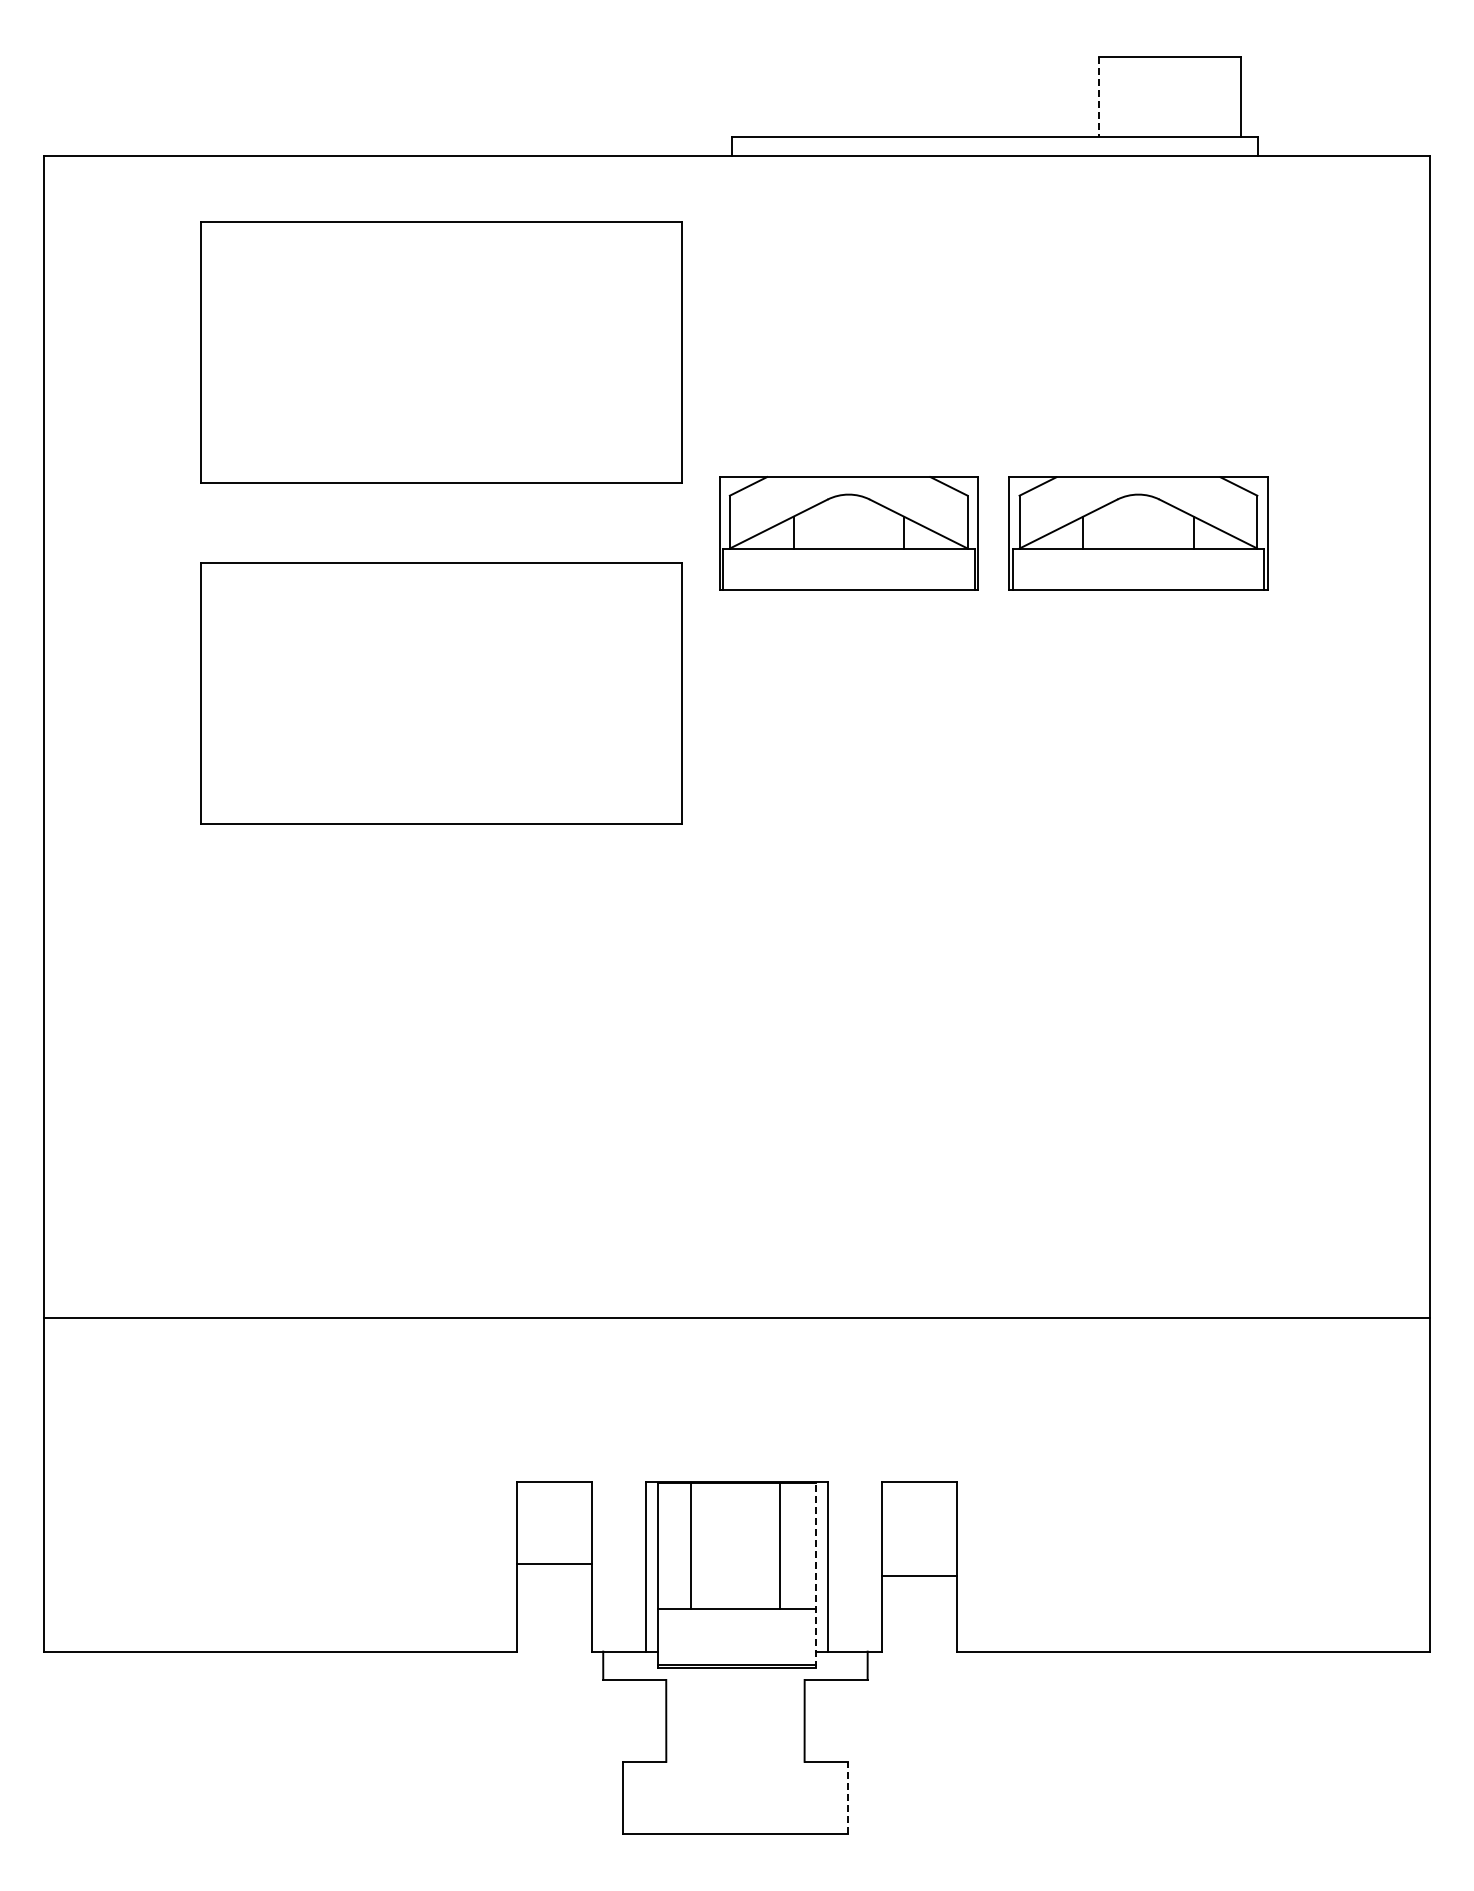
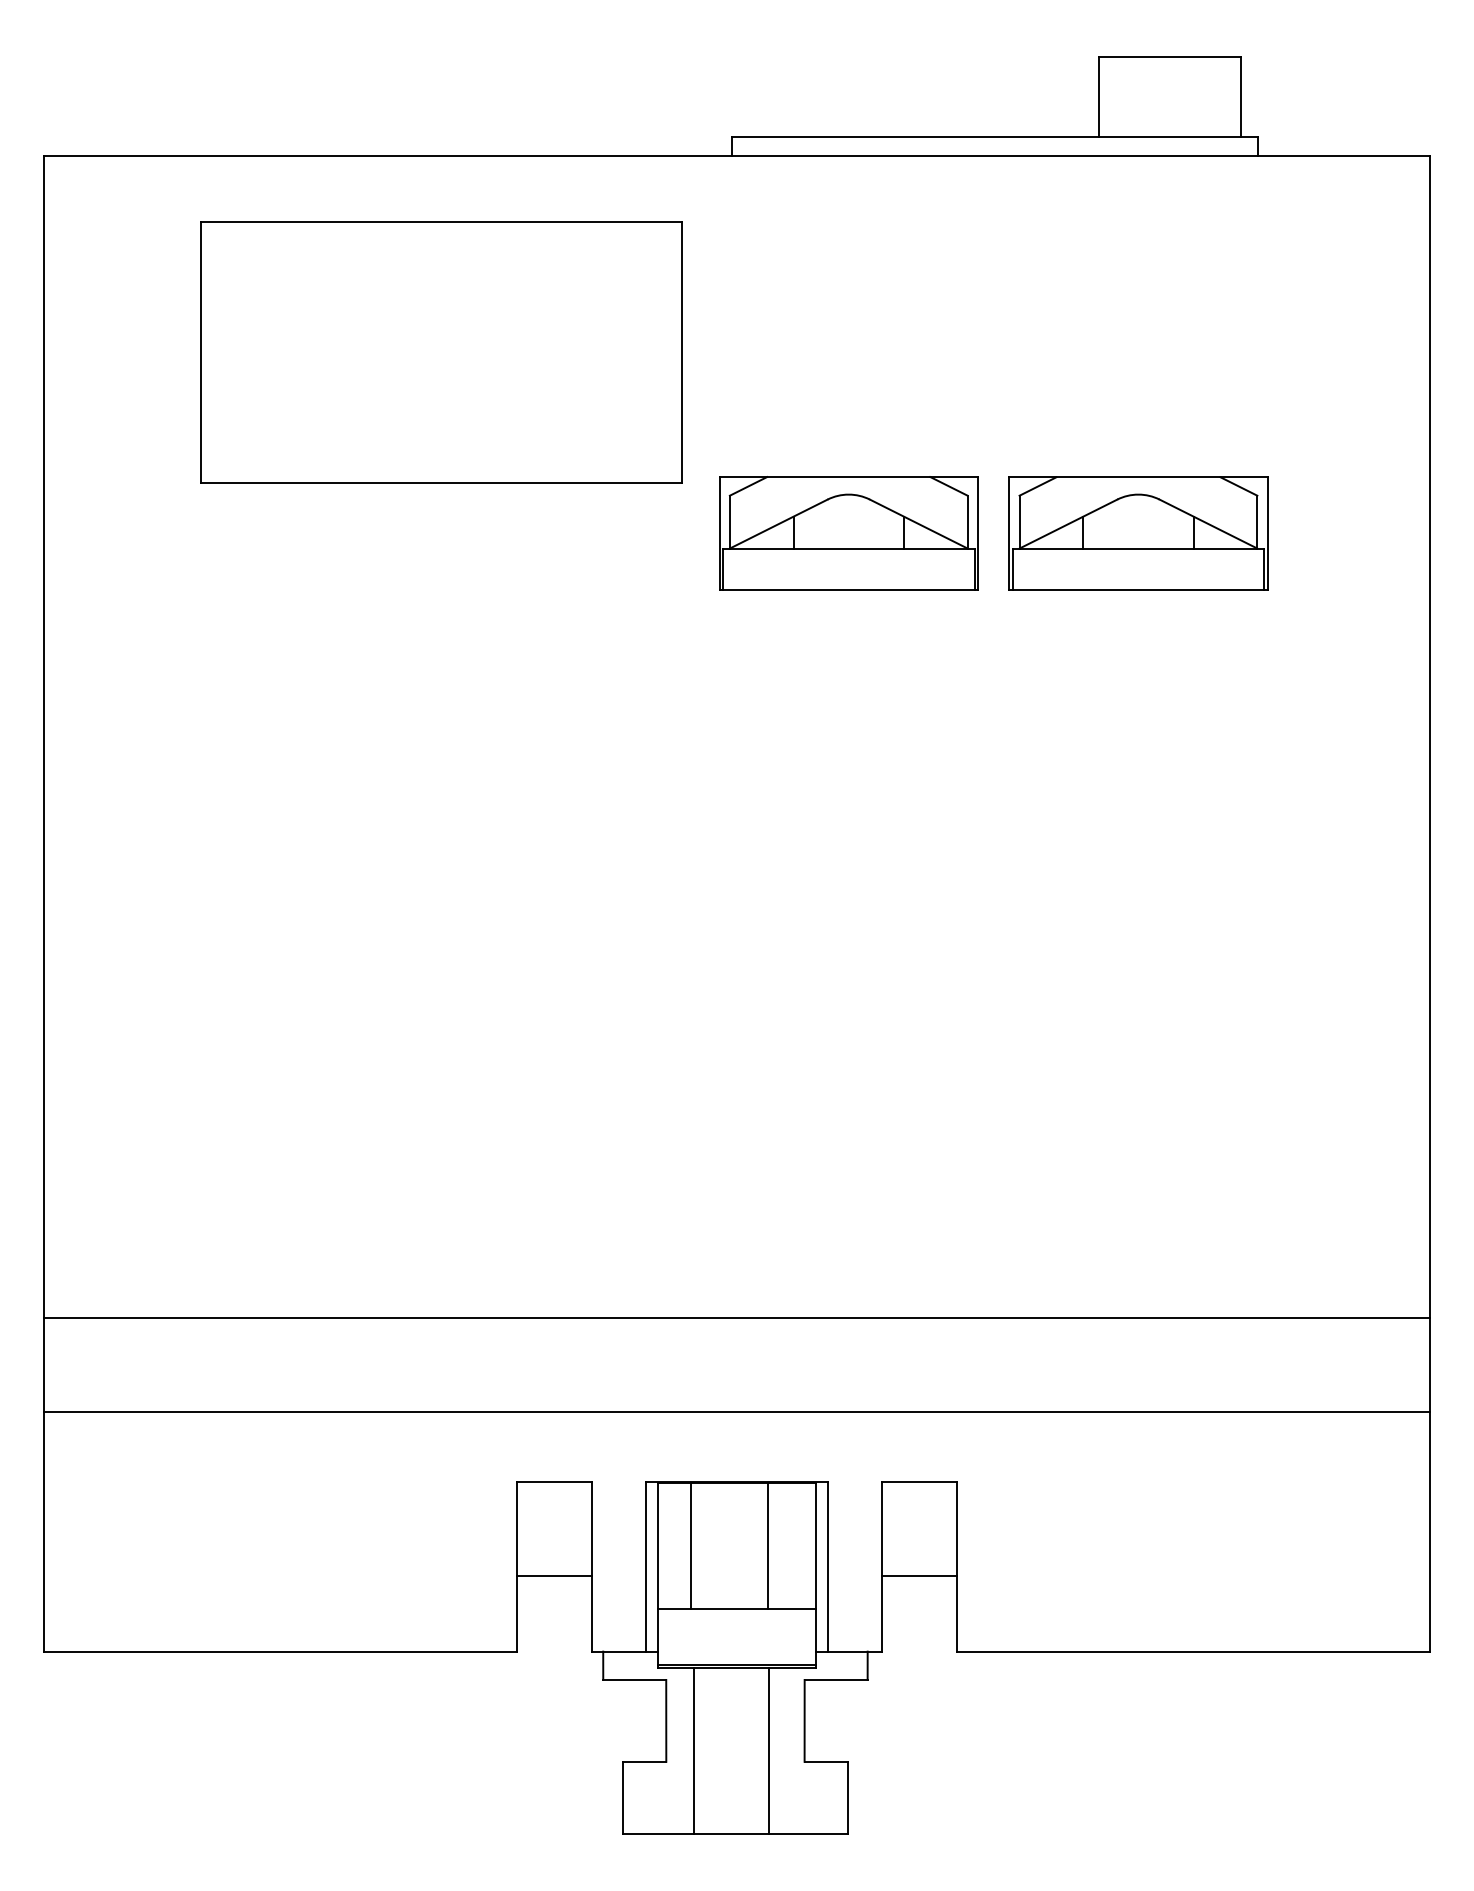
line at (1099, 97): dashed -> solid
part at (441, 693): present -> none
line at (736, 1412): none -> present
line at (779, 1545) position: (779, 1545) -> (767, 1545)
line at (554, 1564) position: (554, 1564) -> (554, 1576)
line at (815, 1574): dashed -> solid
line at (694, 1750): none -> present
line at (768, 1750): none -> present
line at (848, 1797): dashed -> solid
